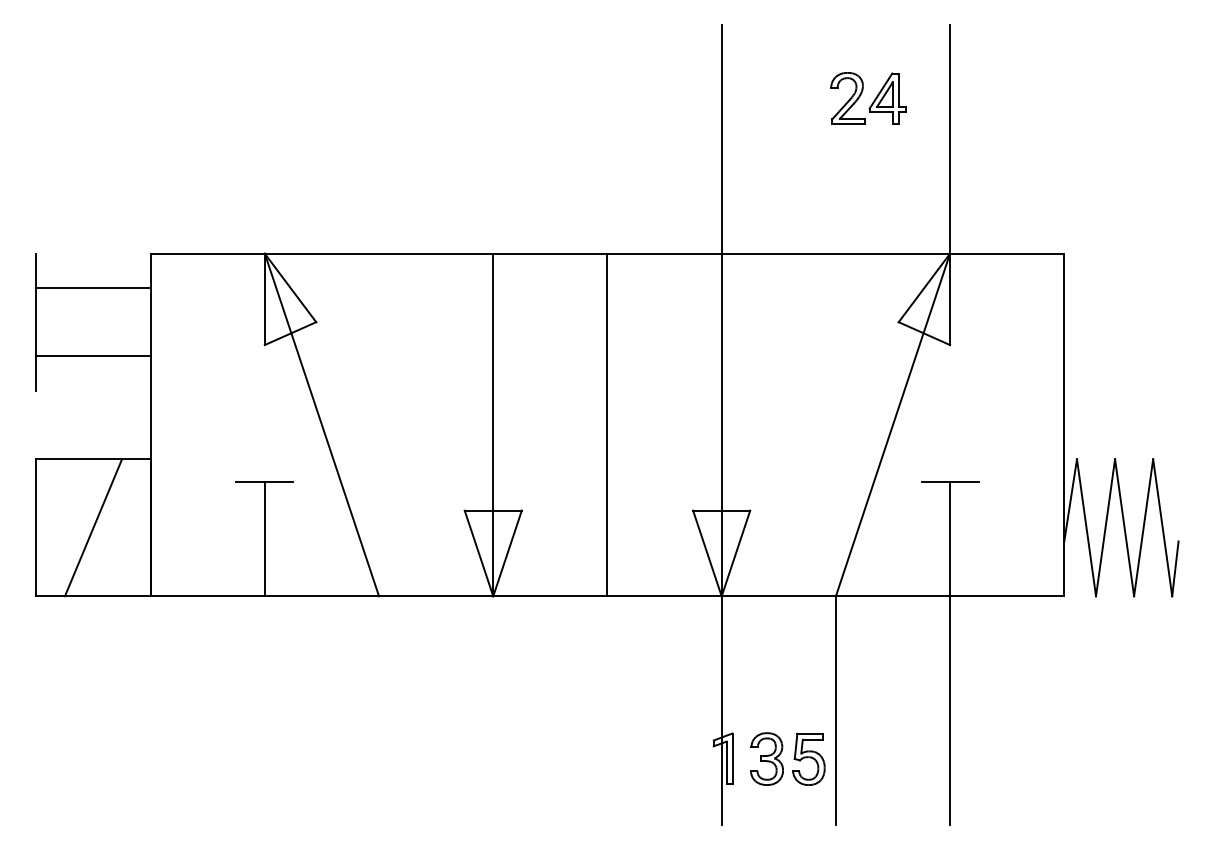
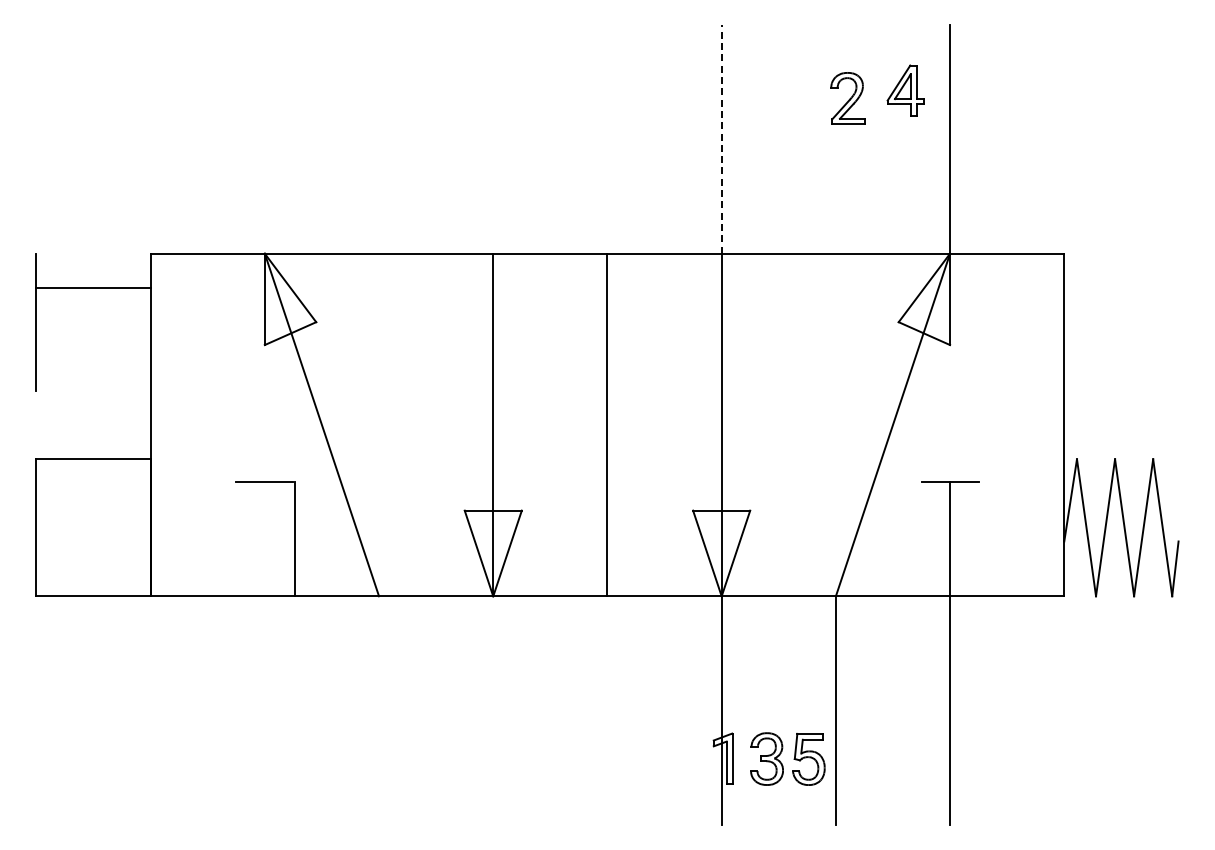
part at (887, 98) position: (887, 98) -> (905, 90)
line at (721, 138): solid -> dashed
line at (93, 356): present -> none
line at (93, 527): present -> none
line at (264, 539) position: (264, 539) -> (294, 539)
